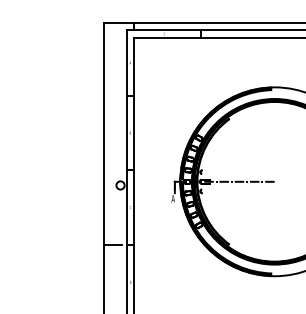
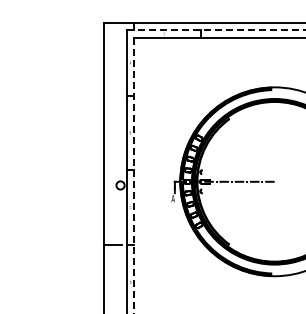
line at (216, 30): solid -> dashed
line at (134, 175): solid -> dashed
